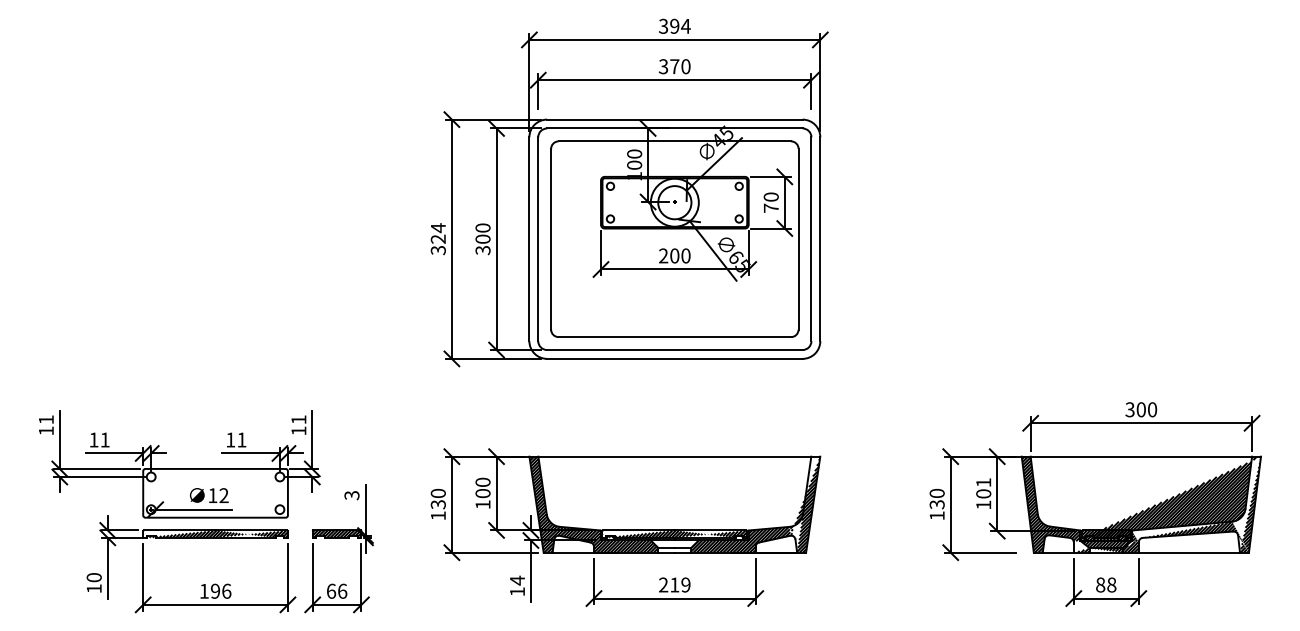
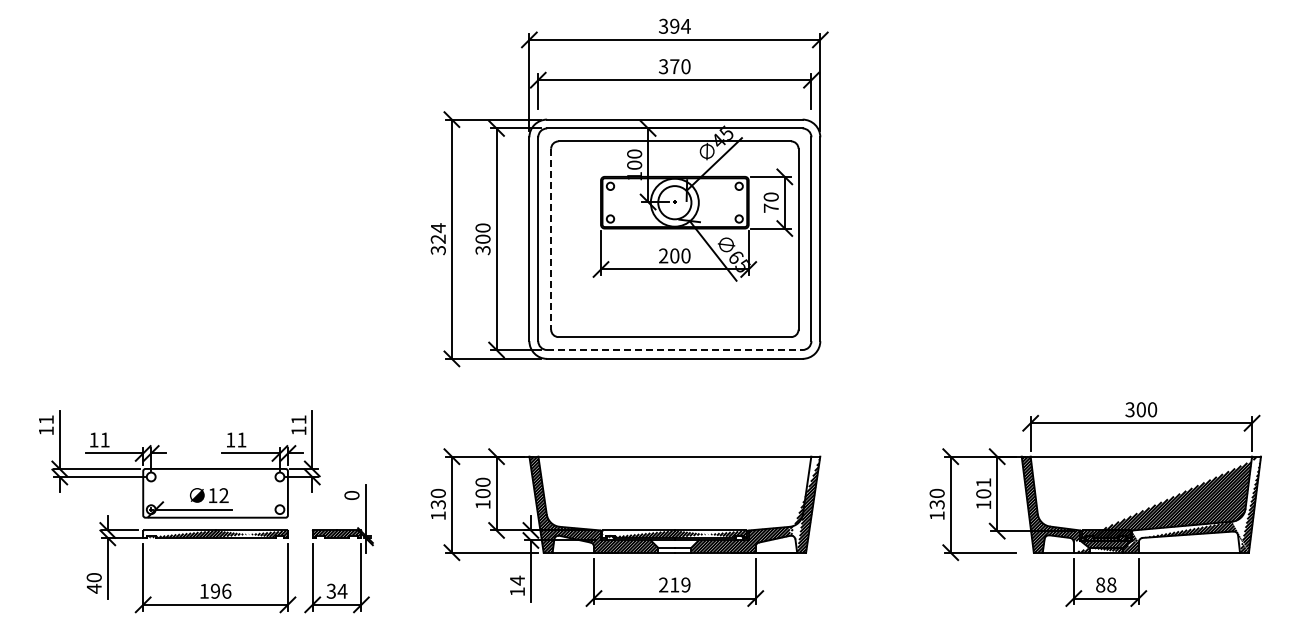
line at (551, 239): solid -> dashed
line at (674, 350): solid -> dashed
text at (351, 495): 3 -> 0
text at (93, 588): 10 -> 40
text at (336, 590): 66 -> 34
